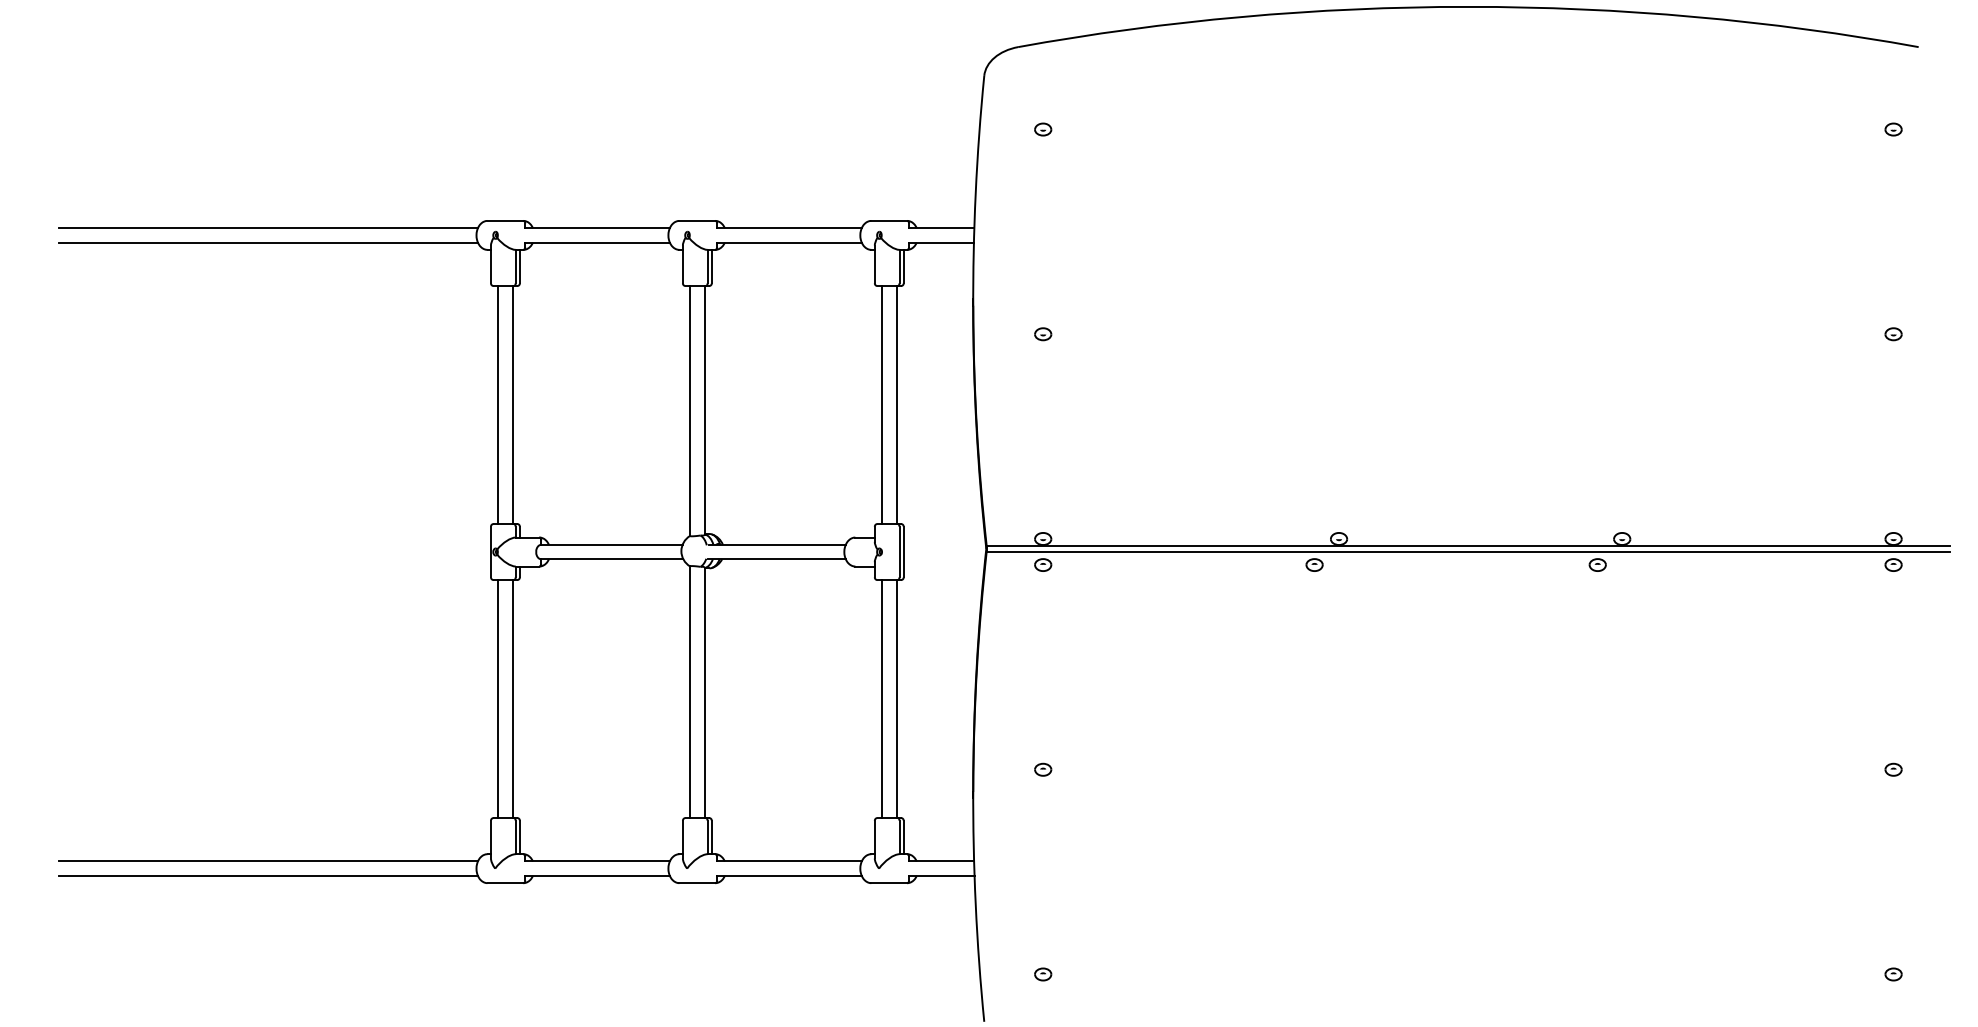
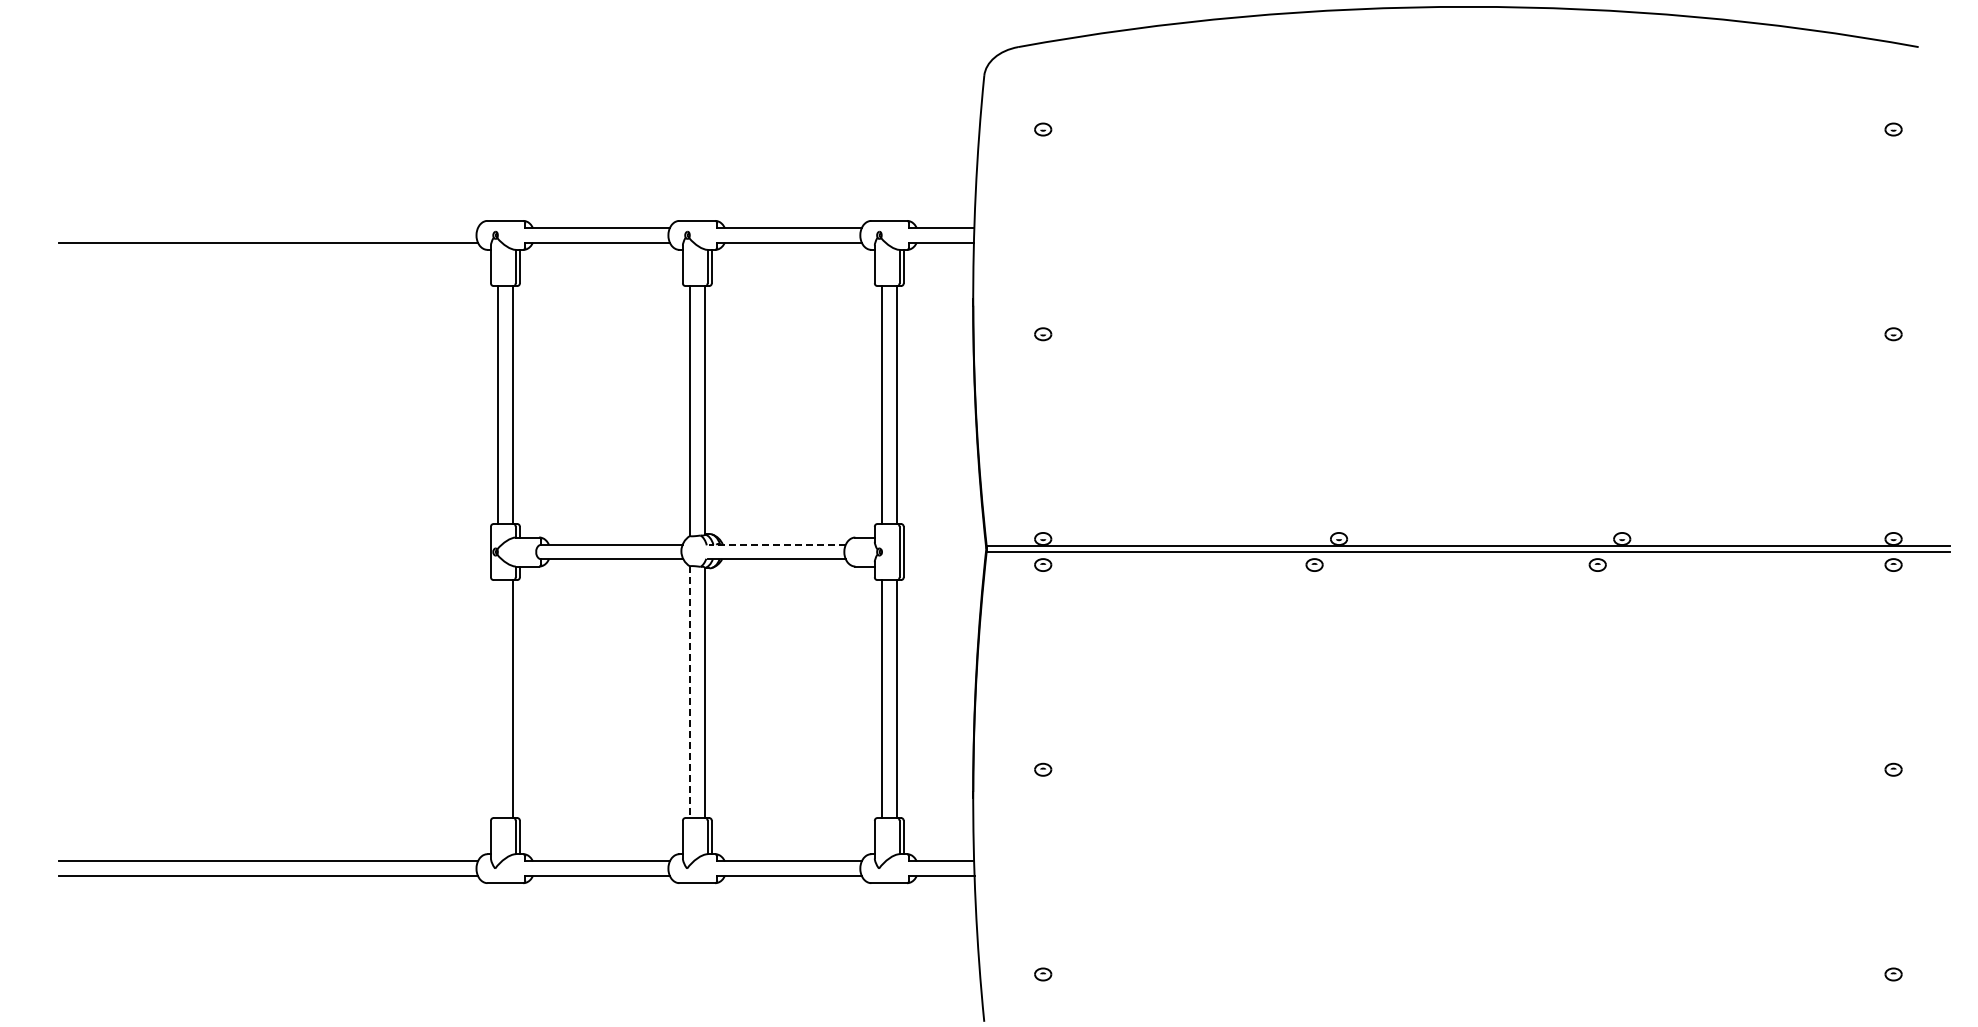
line at (268, 228): present -> none
line at (777, 544): solid -> dashed
line at (690, 692): solid -> dashed
line at (498, 699): present -> none
